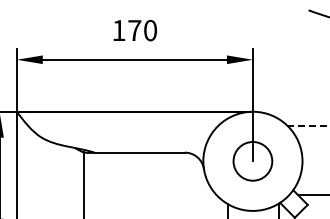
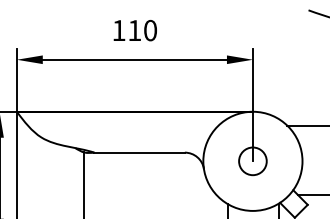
text at (134, 30): 170 -> 110
line at (308, 125): dashed -> solid
circle at (252, 160) diameter: 39 px -> 28 px
